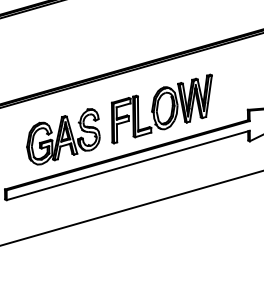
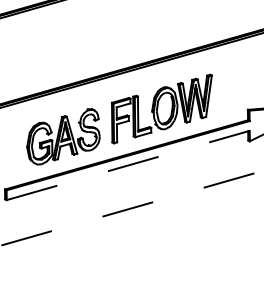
line at (128, 165): solid -> dashed
line at (131, 208): solid -> dashed
